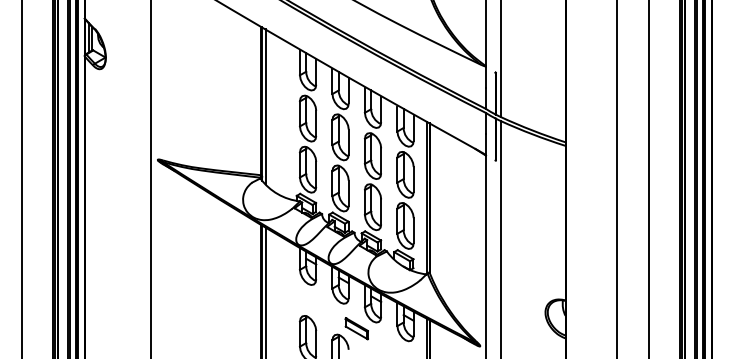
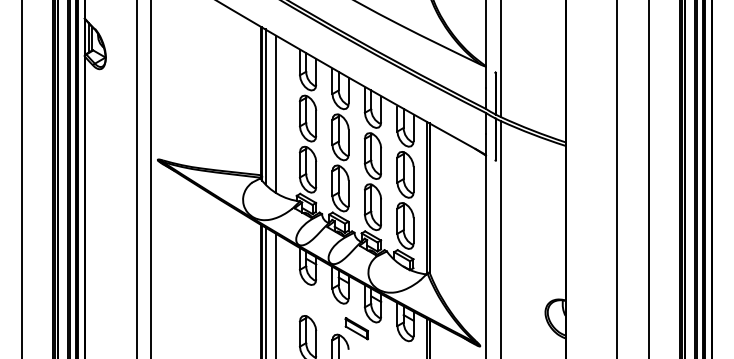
line at (276, 113): none -> present
line at (136, 178): none -> present
line at (276, 294): none -> present
